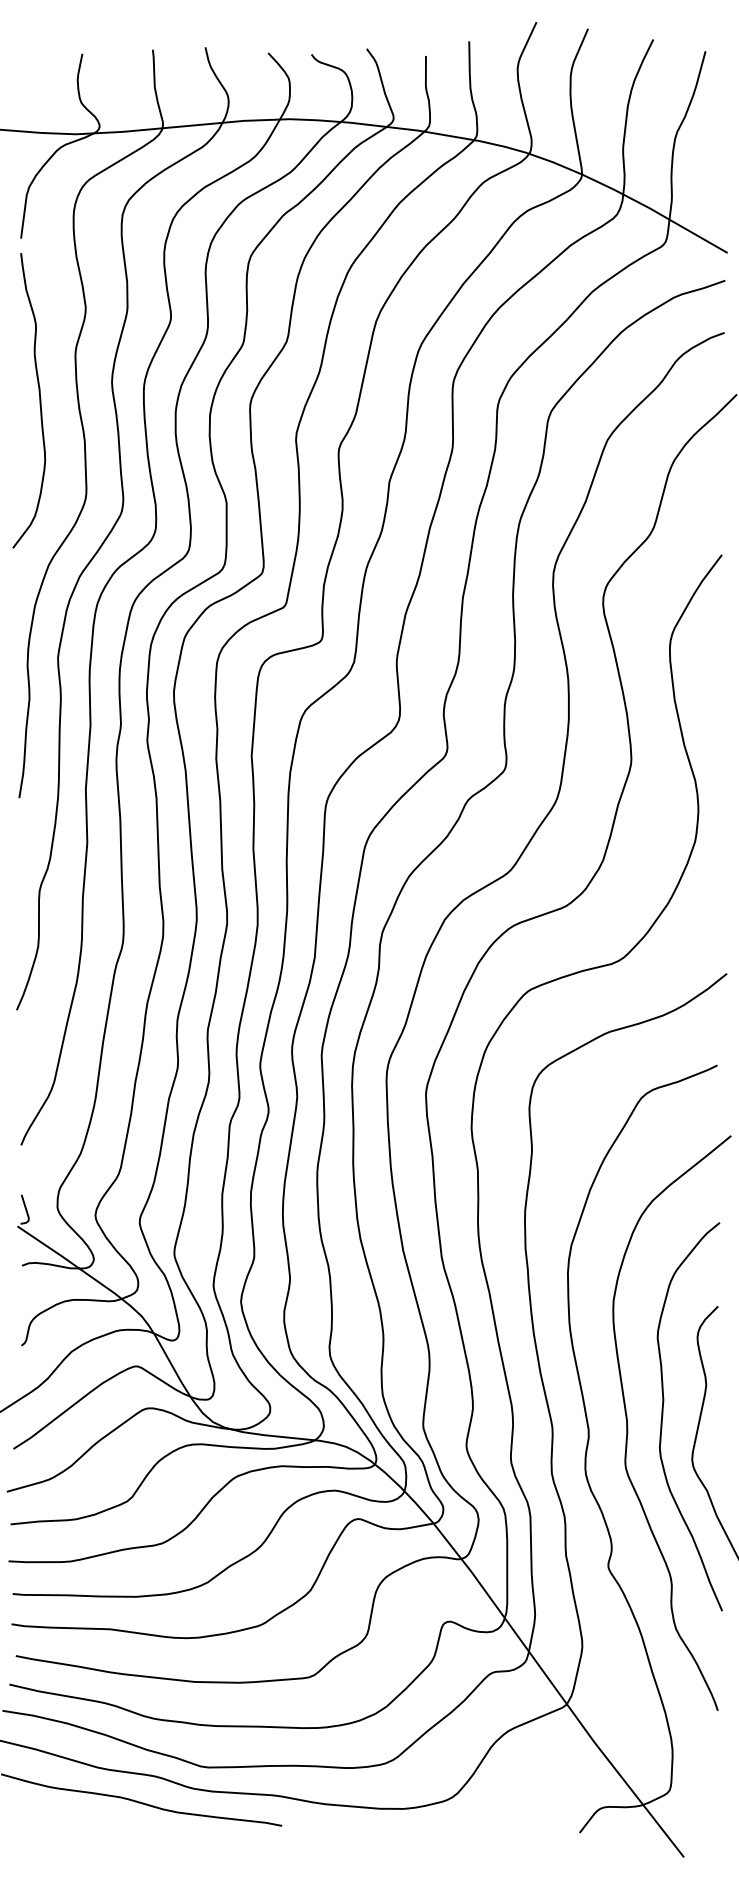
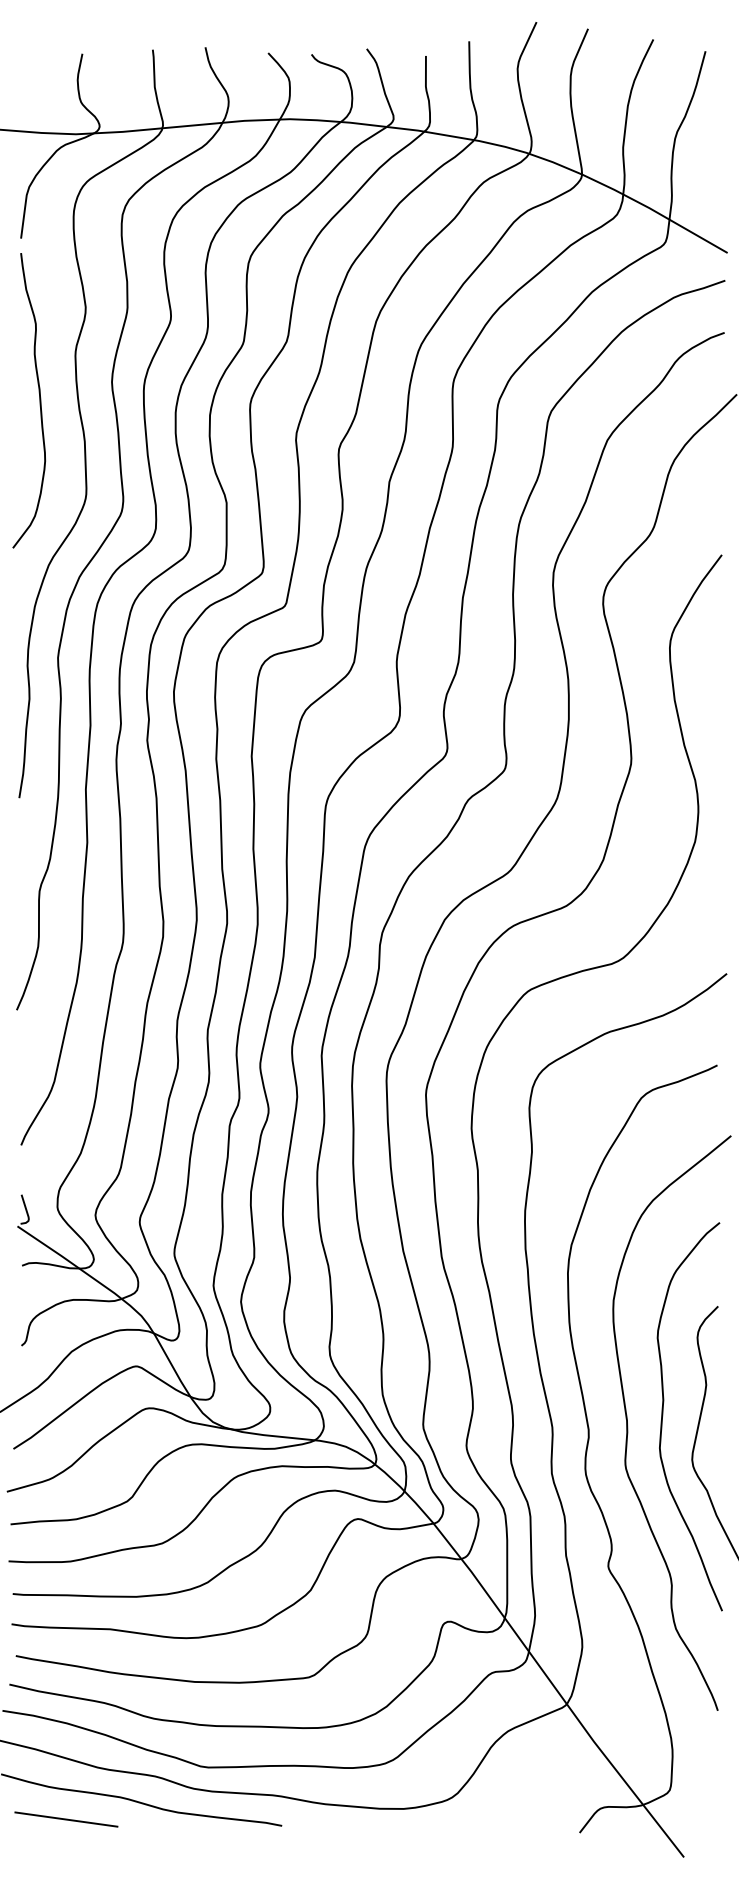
line at (66, 1819): none -> present
